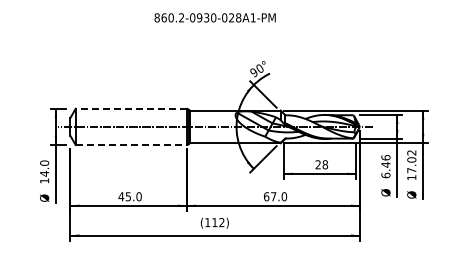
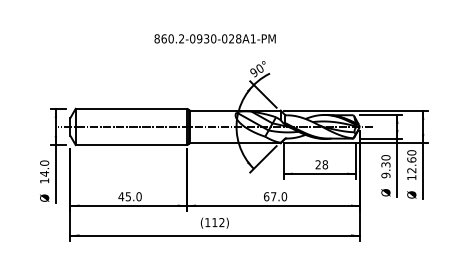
text at (214, 17) position: (214, 17) -> (214, 38)
line at (131, 108): dashed -> solid
line at (131, 145): dashed -> solid
text at (411, 161): 17.02 -> 12.60
text at (385, 166): 6.46 -> 9.30
